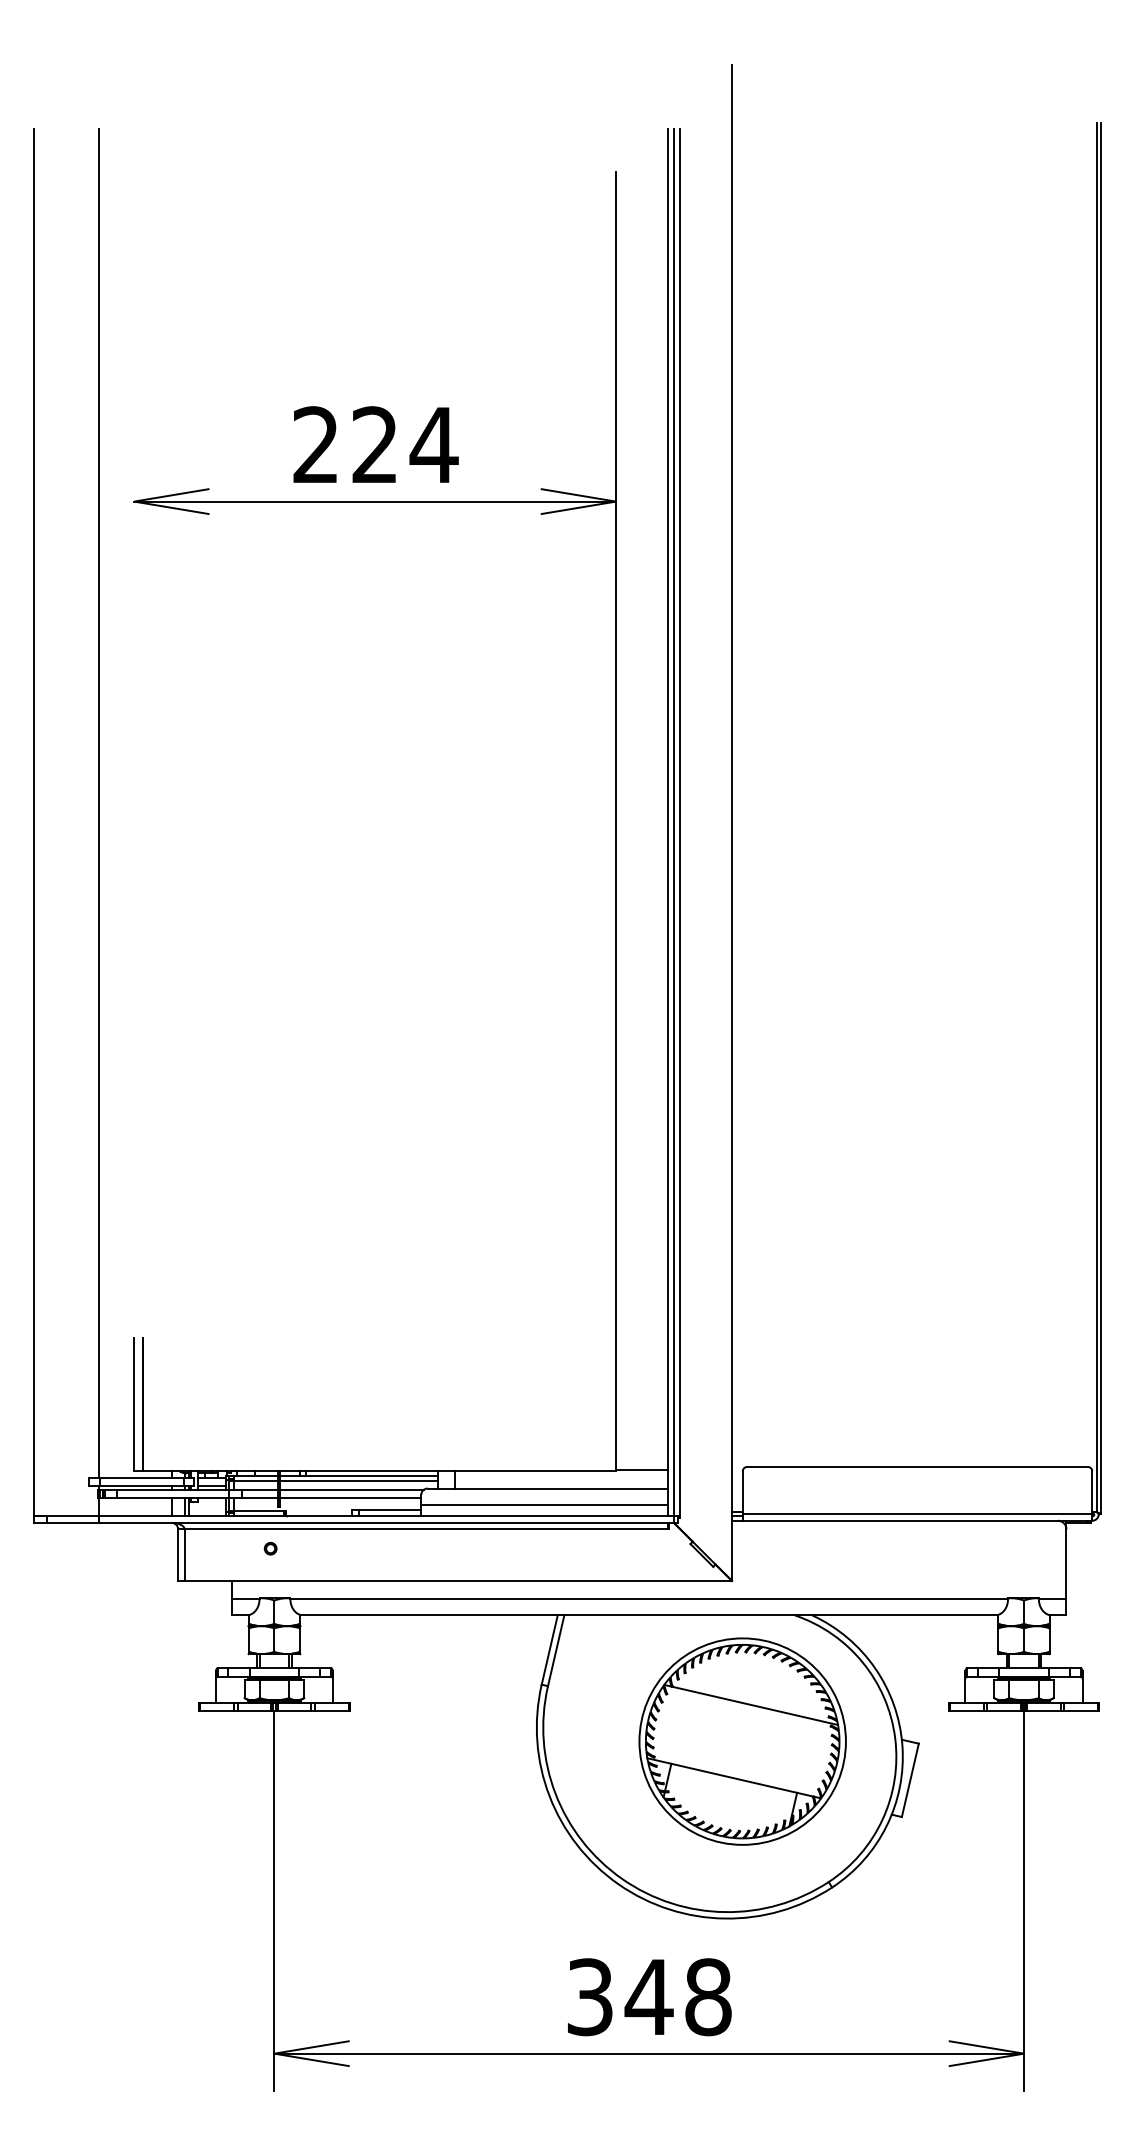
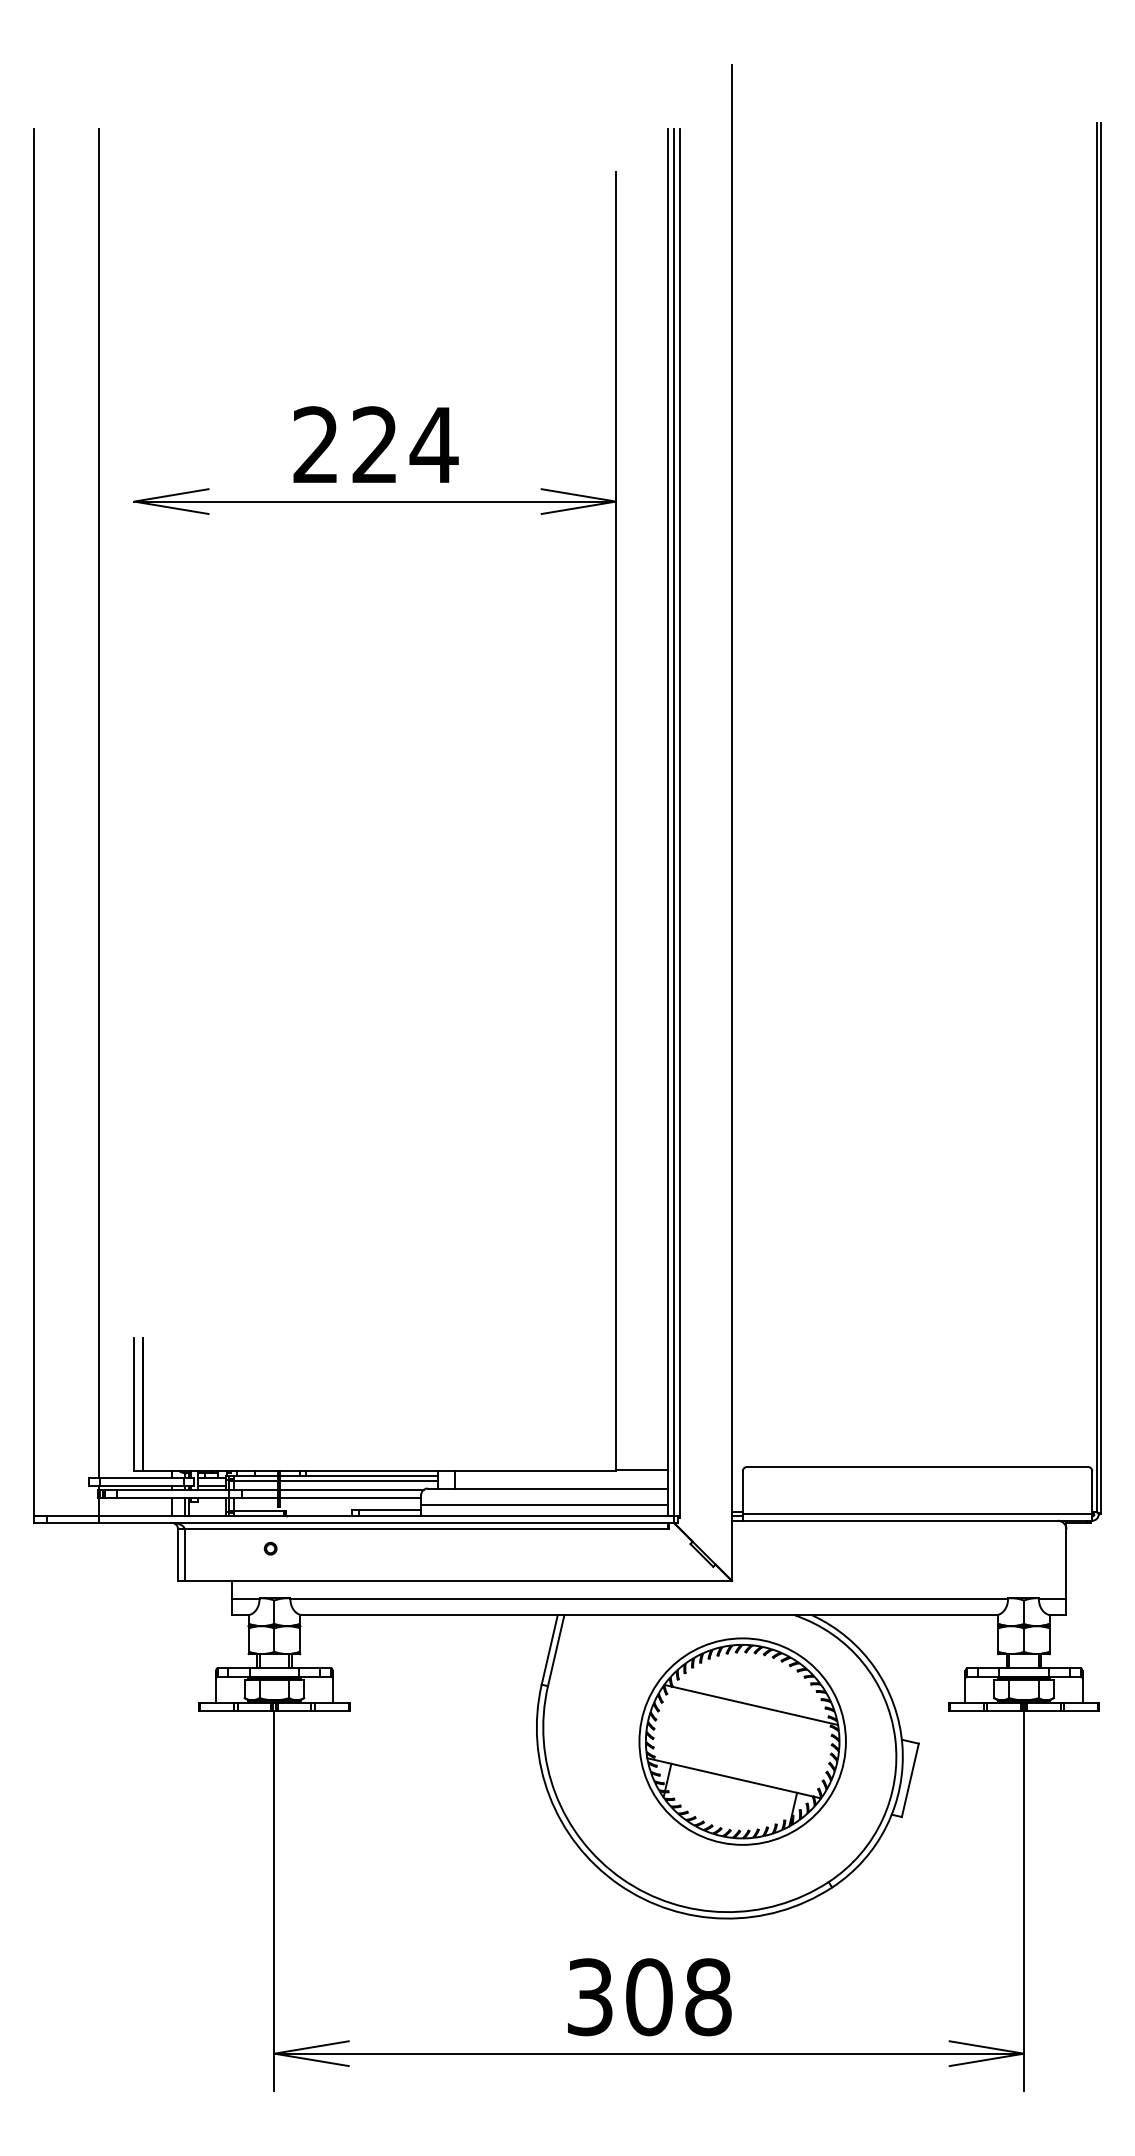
text at (648, 1997): 348 -> 308
